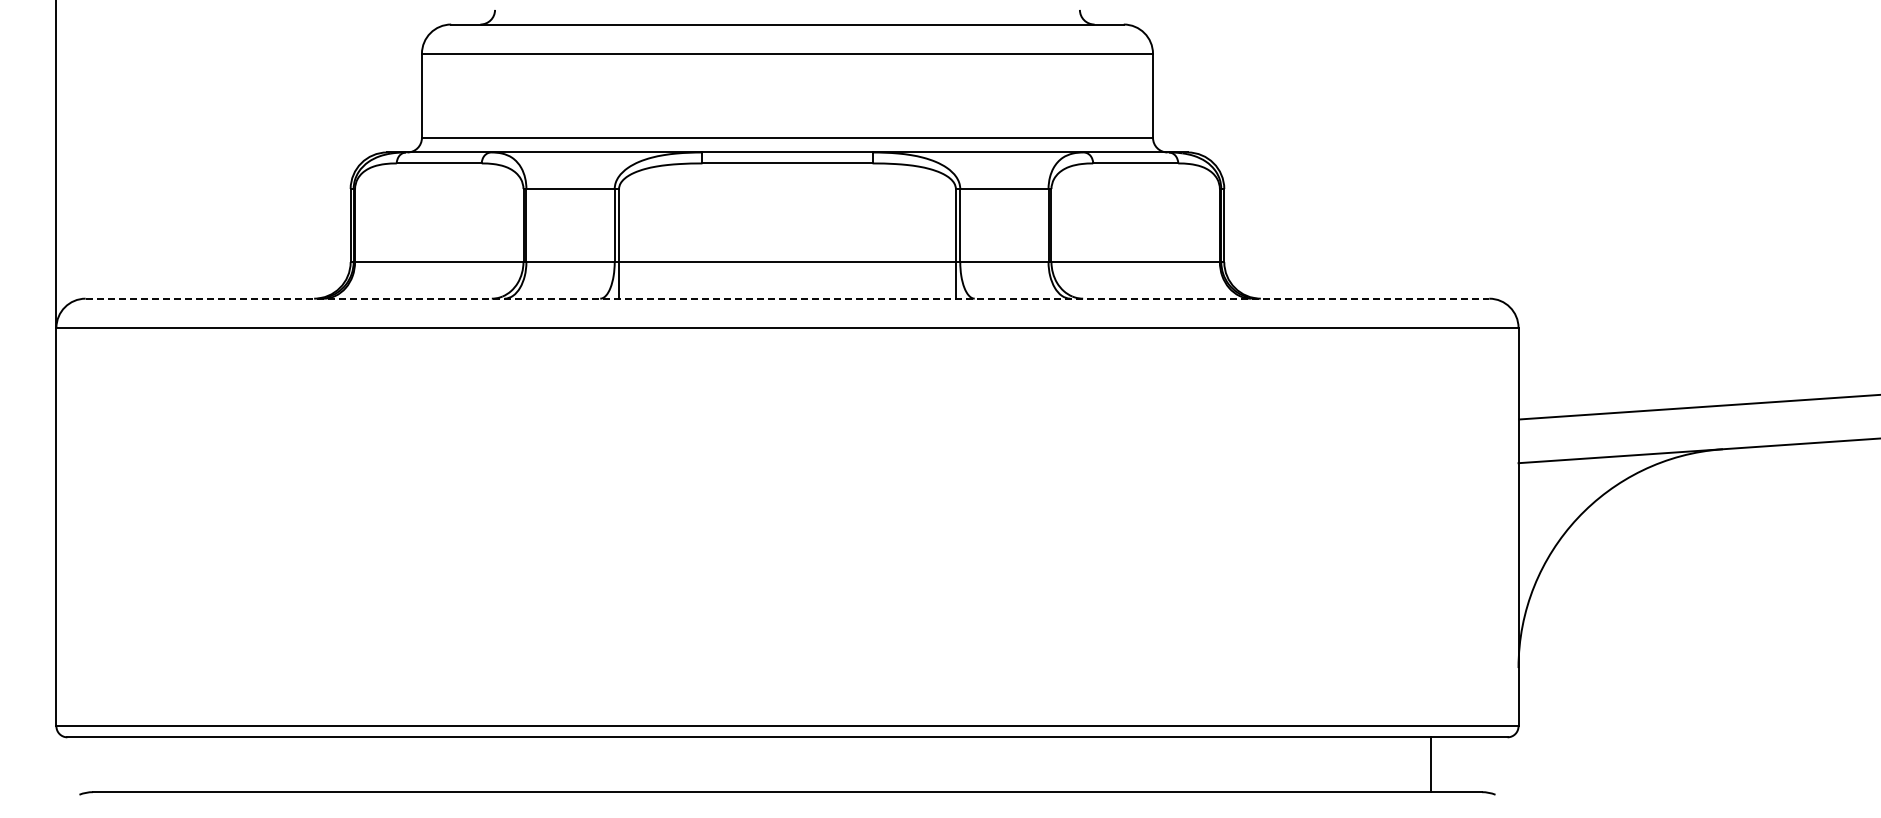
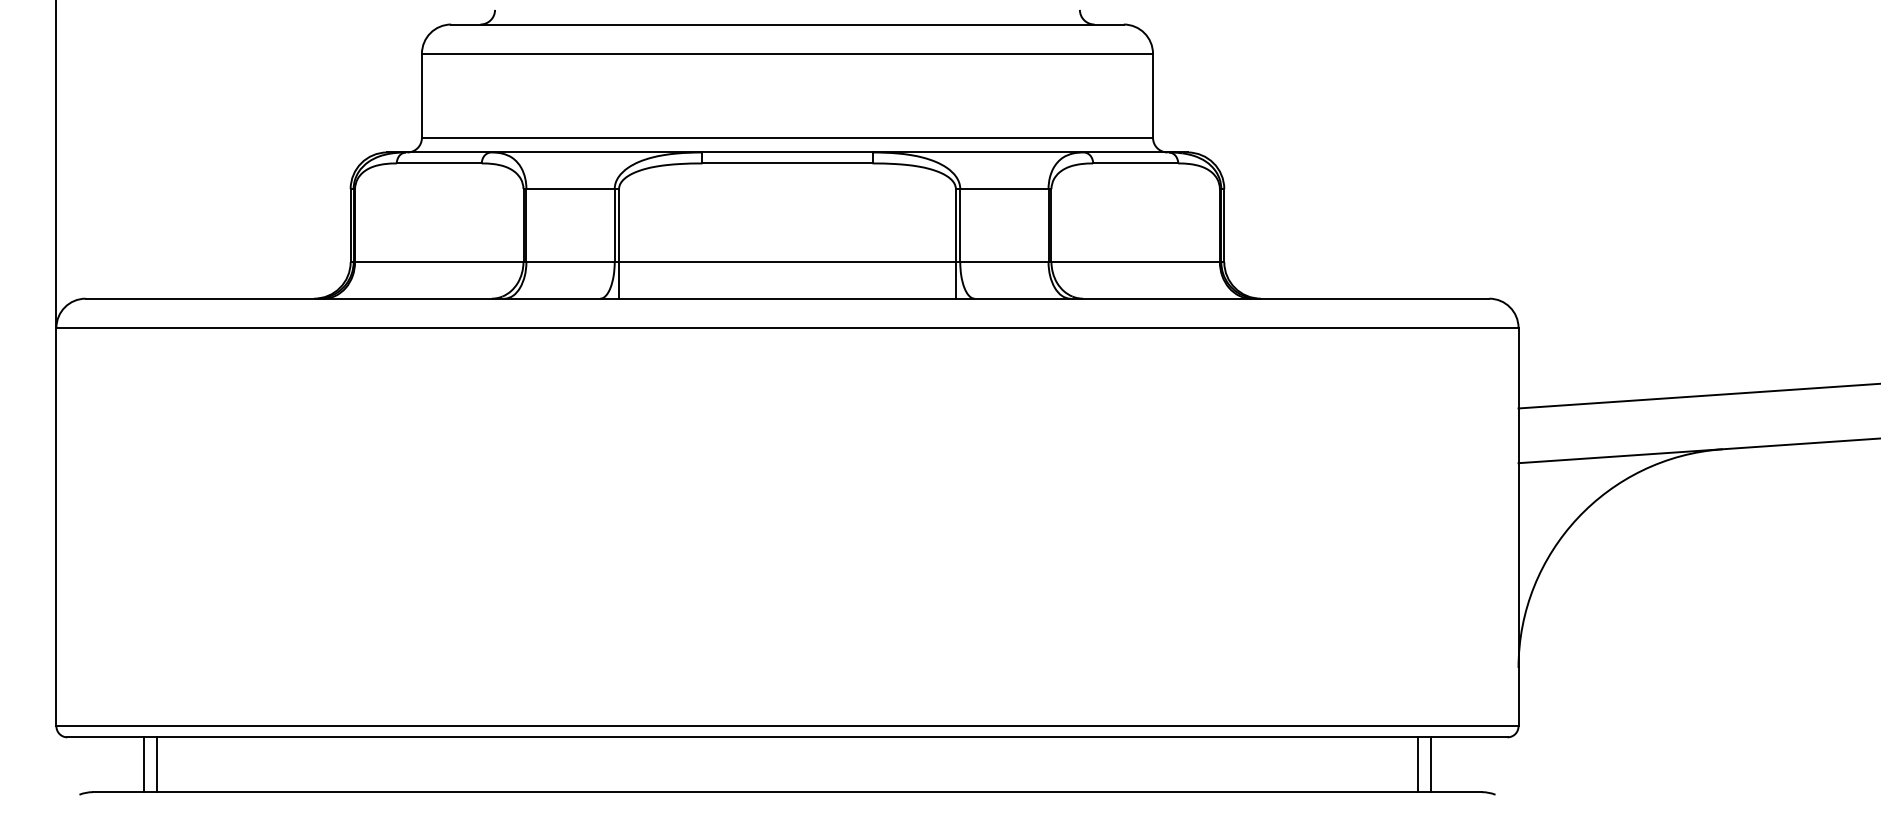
line at (787, 298): dashed -> solid
line at (1698, 407) position: (1698, 407) -> (1697, 395)
line at (144, 764): none -> present
line at (156, 764): none -> present
line at (1418, 764): none -> present
